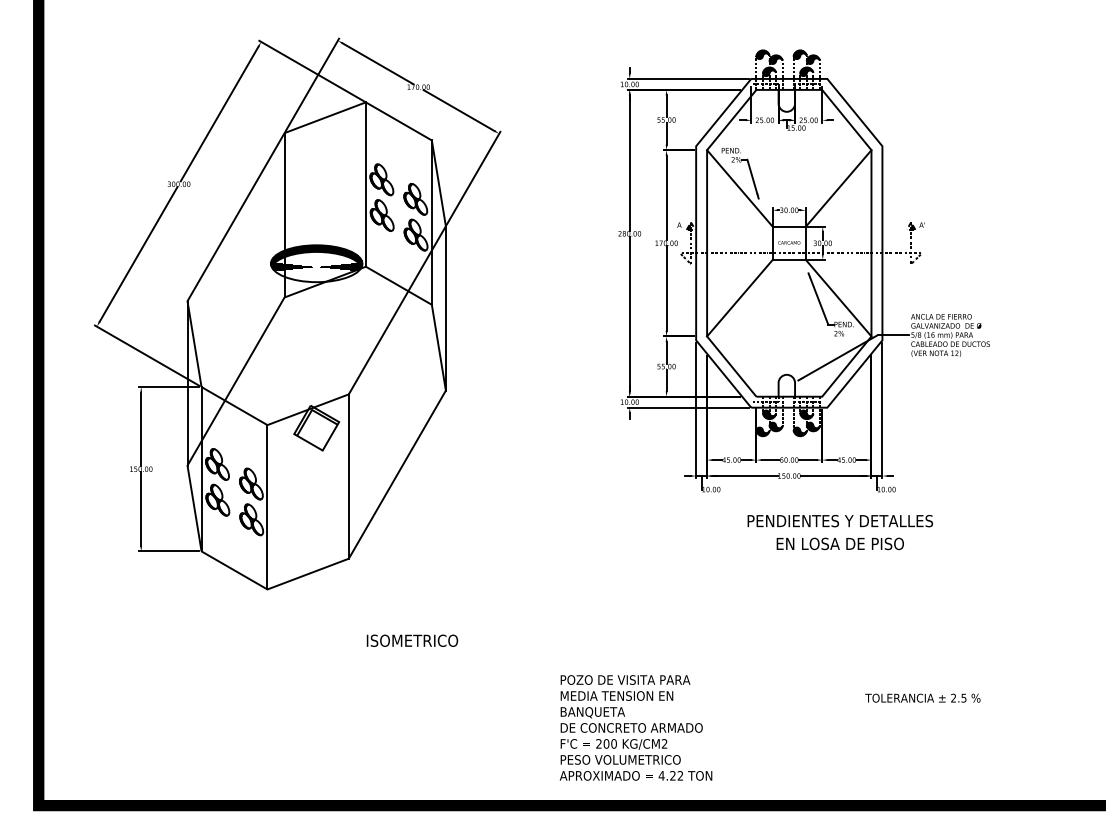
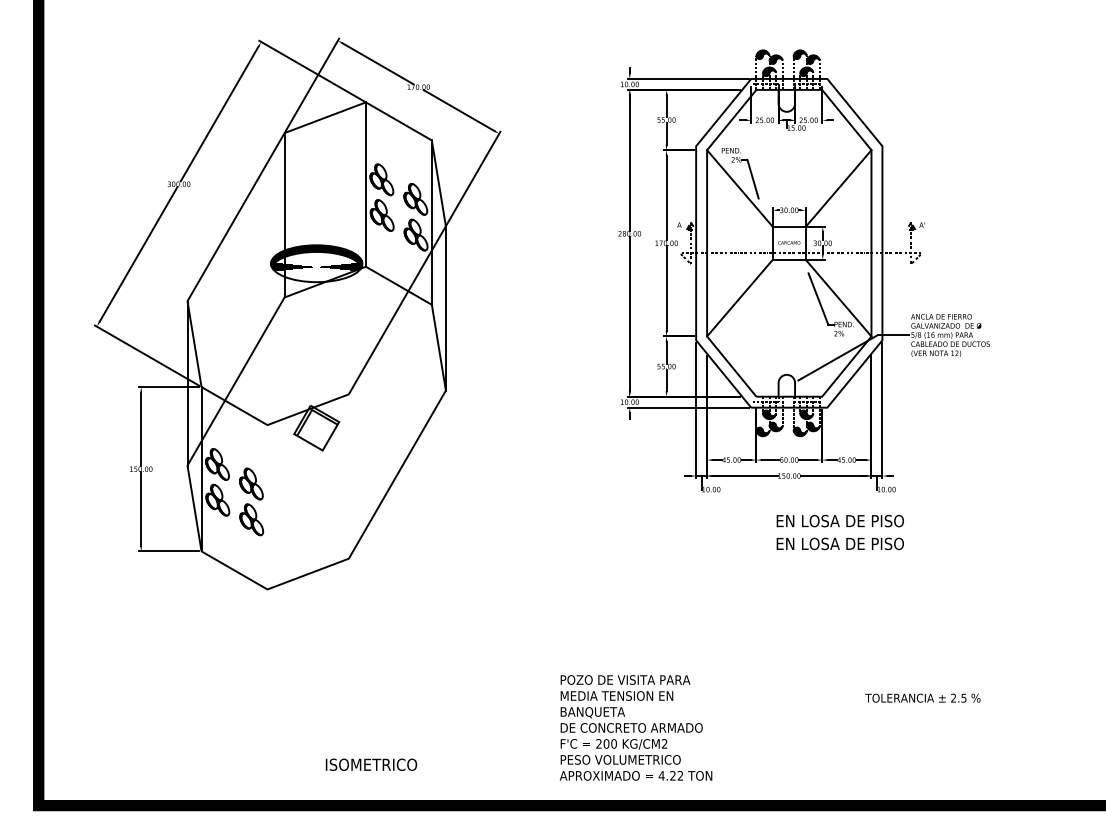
line at (348, 476): present -> none
line at (267, 507): present -> none
text at (840, 520): PENDIENTES Y DETALLES -> EN LOSA DE PISO
text at (412, 640) position: (412, 640) -> (371, 764)
